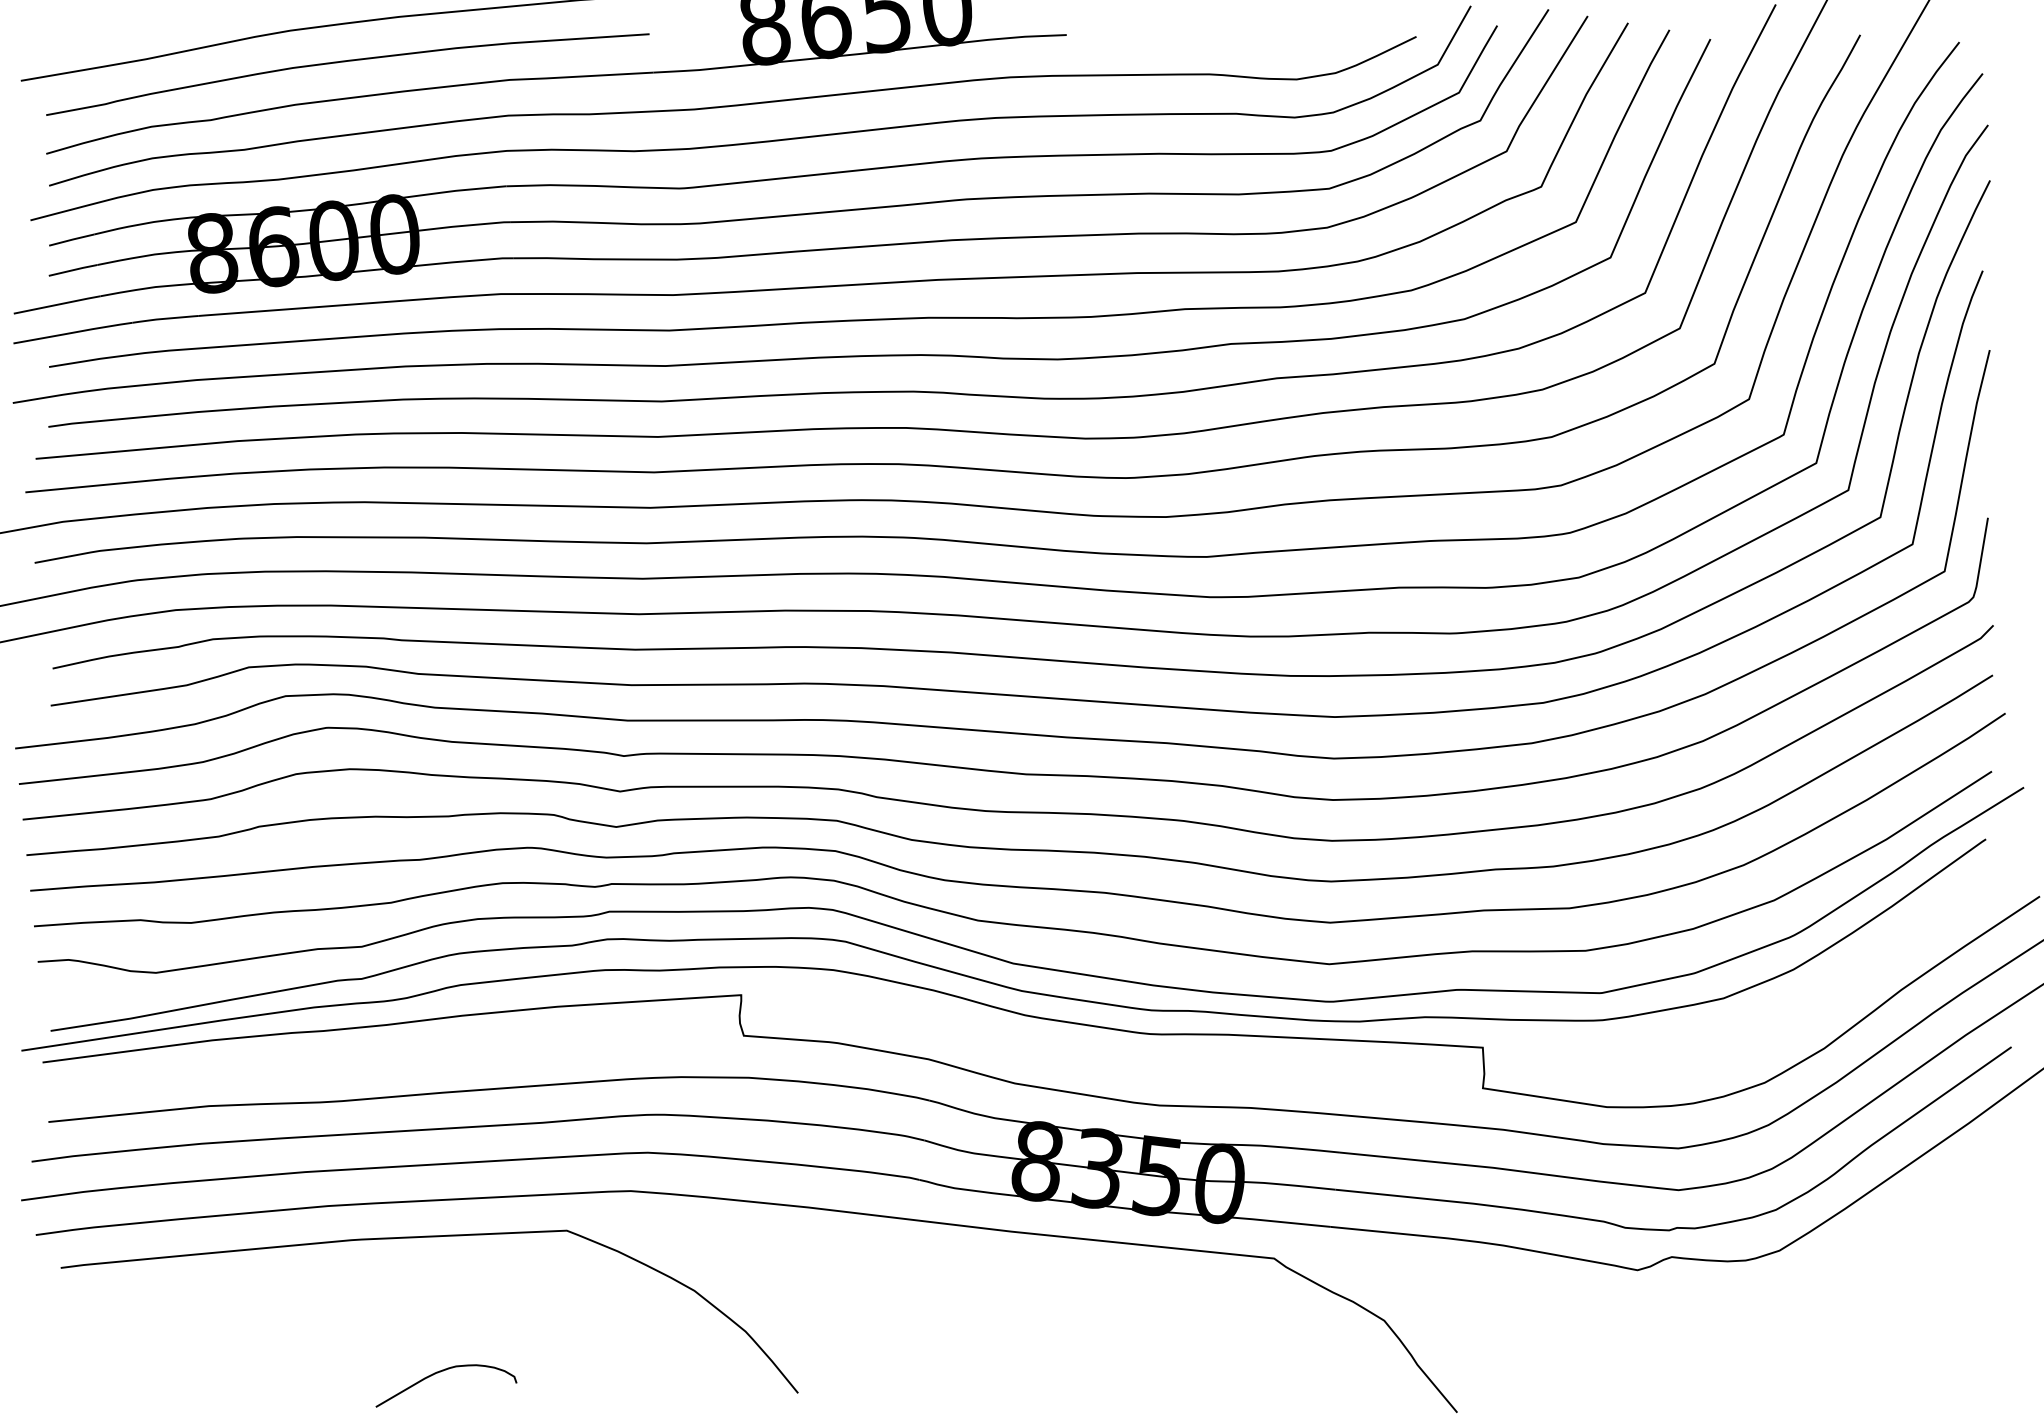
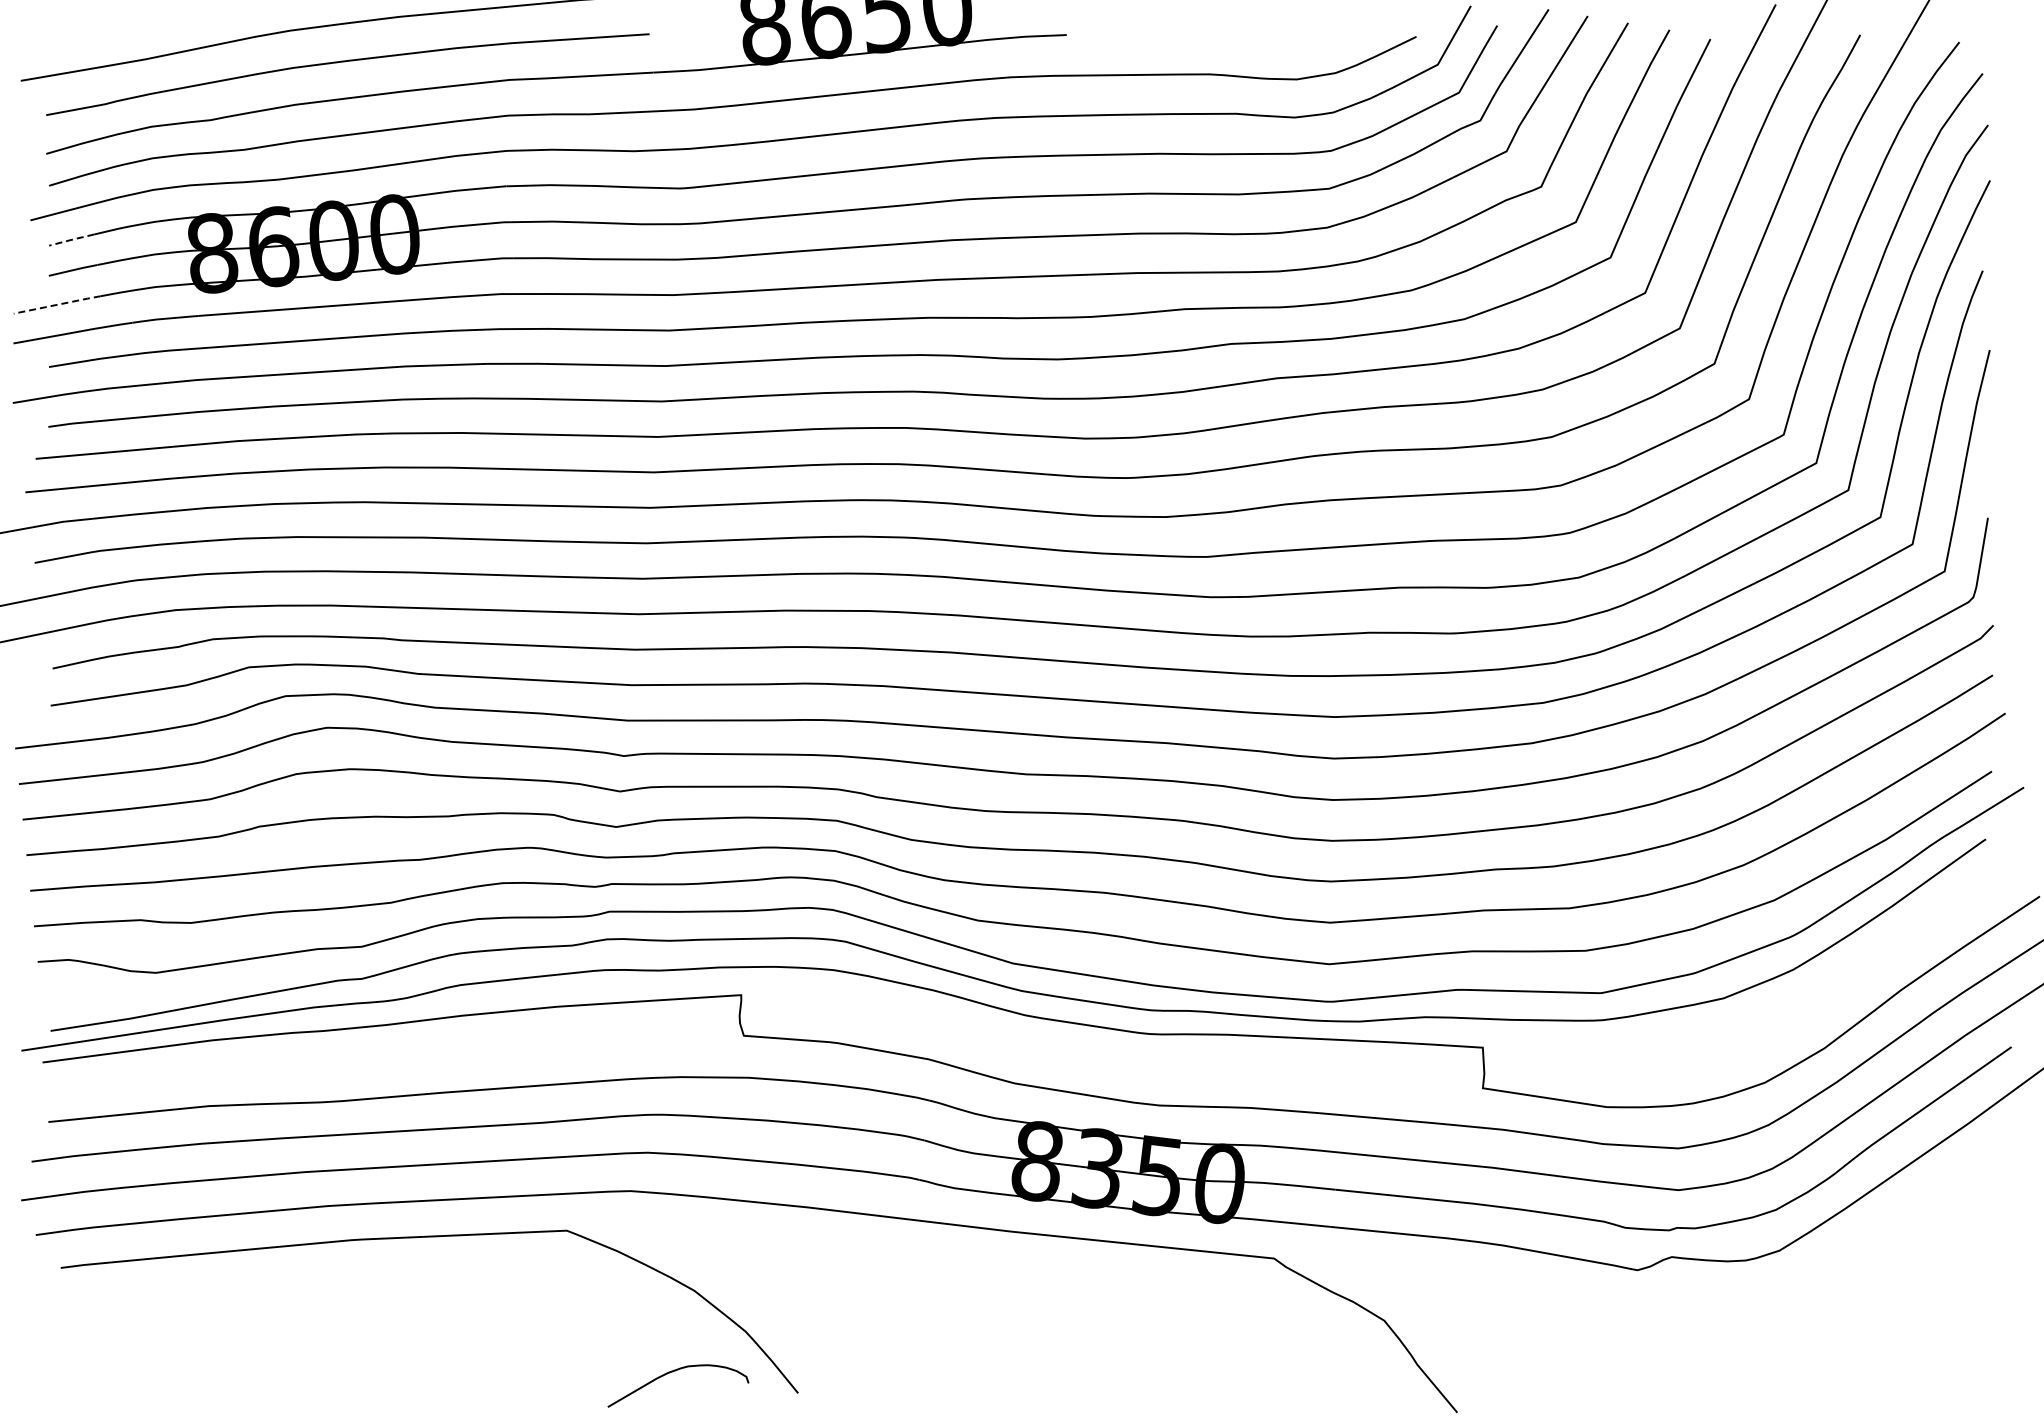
line at (72, 239): solid -> dashed
line at (57, 304): solid -> dashed
curve at (443, 1371) position: (443, 1371) -> (675, 1371)
